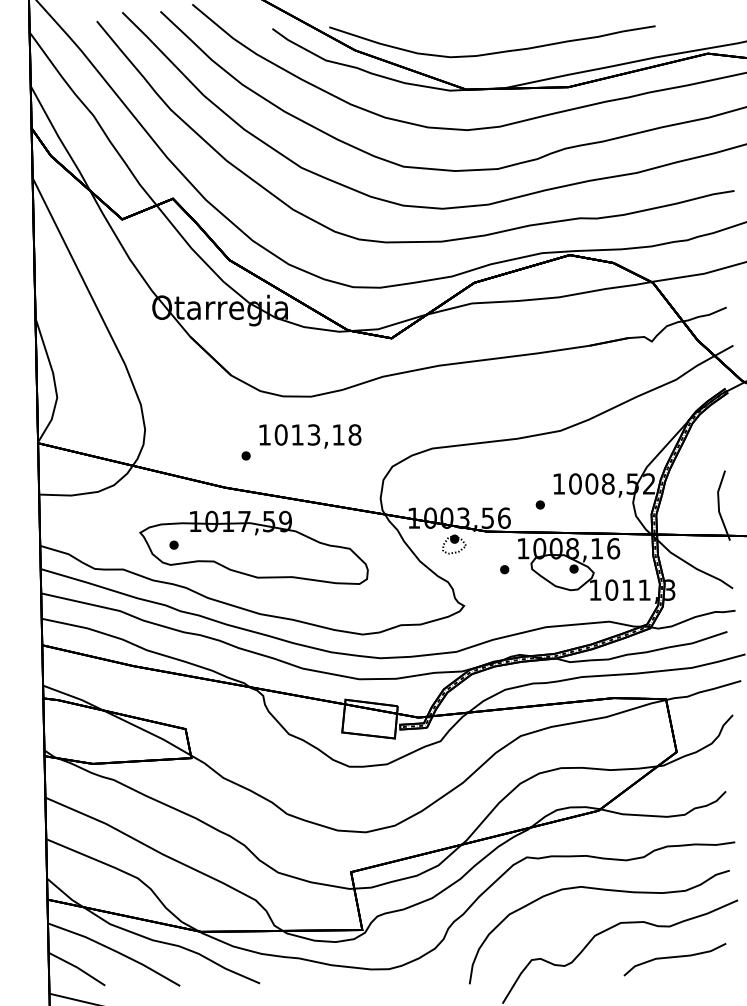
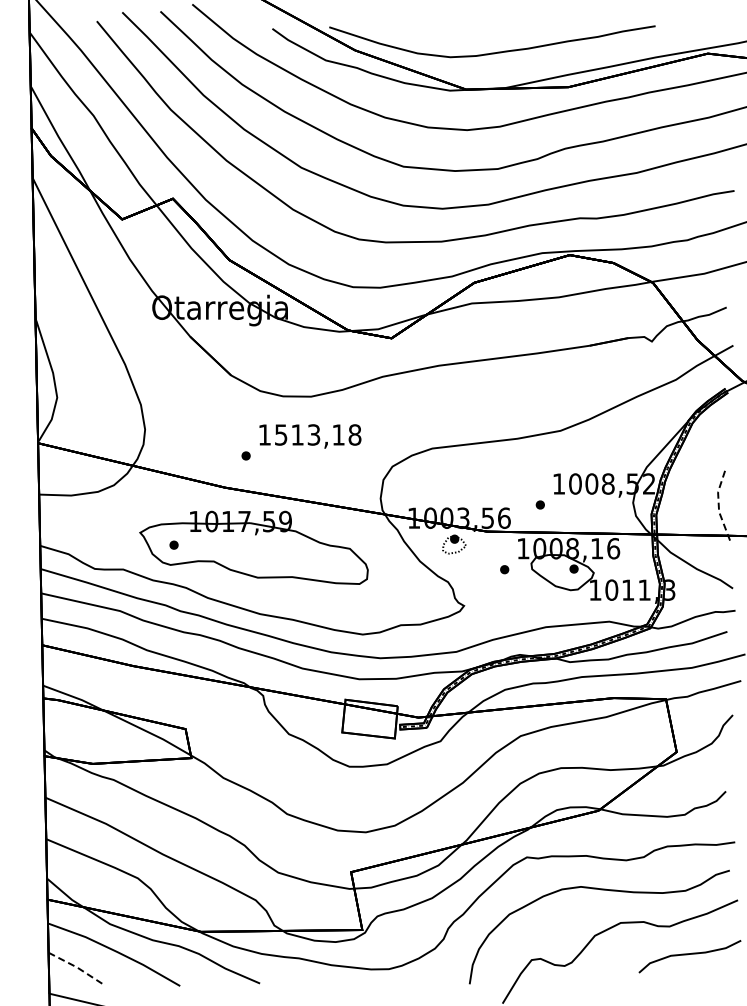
text at (280, 434): 1013,18 -> 1513,18
line at (718, 505): solid -> dashed
curve at (674, 957) position: (674, 957) -> (689, 954)
line at (77, 967): solid -> dashed
